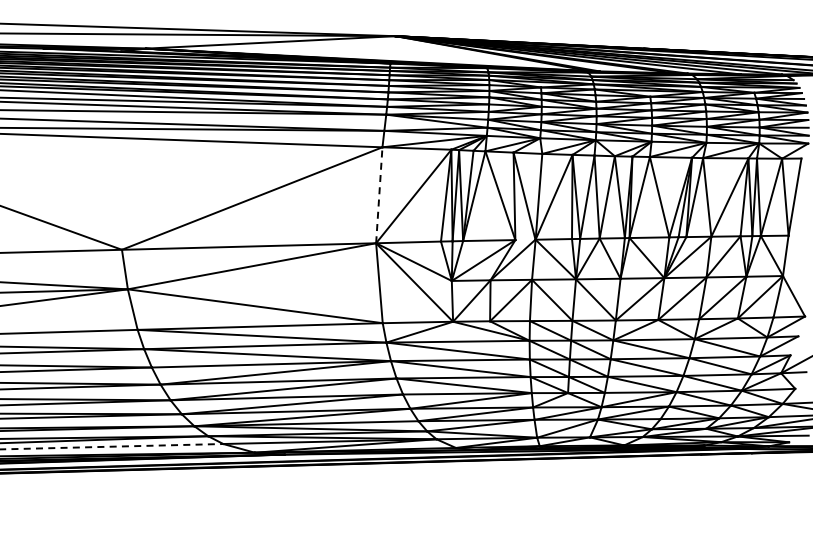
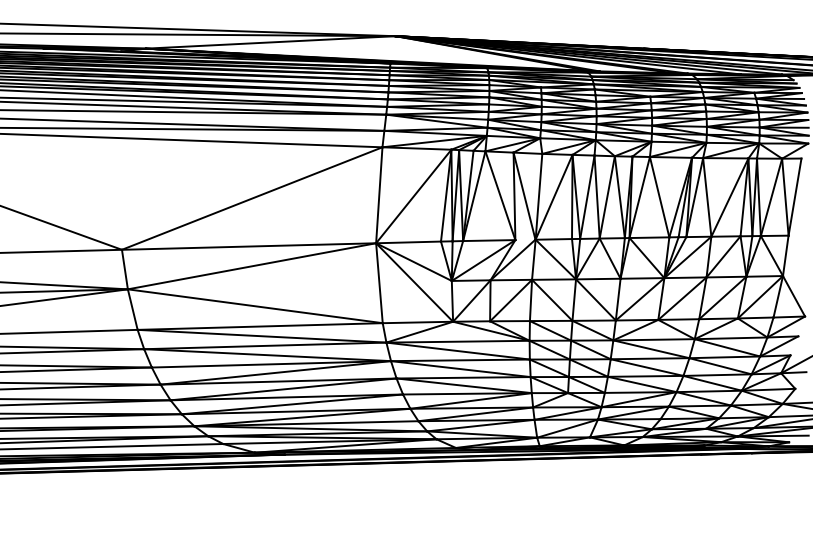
line at (379, 194): dashed -> solid
line at (112, 446): dashed -> solid
